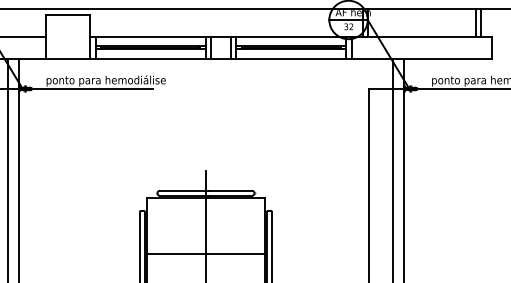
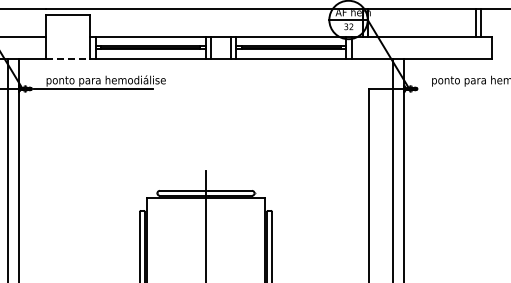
line at (68, 58): solid -> dashed
line at (462, 89): present -> none
line at (205, 254): present -> none
